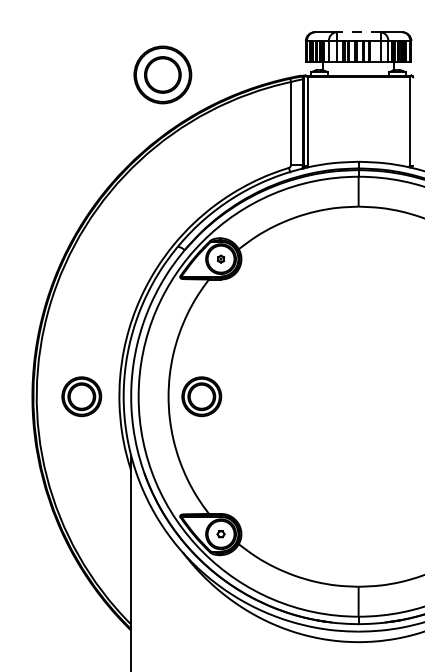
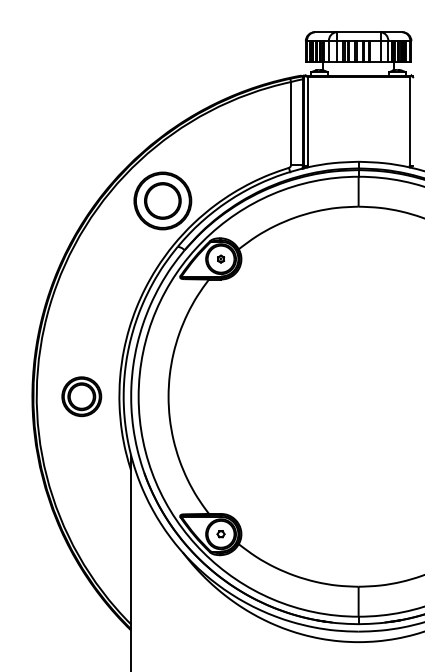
line at (358, 32): dashed -> solid
part at (162, 74) position: (162, 74) -> (162, 200)
part at (201, 396): present -> none
